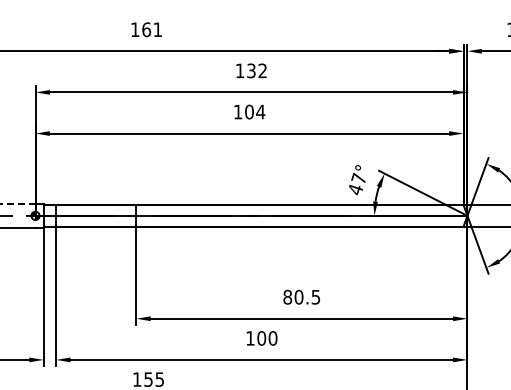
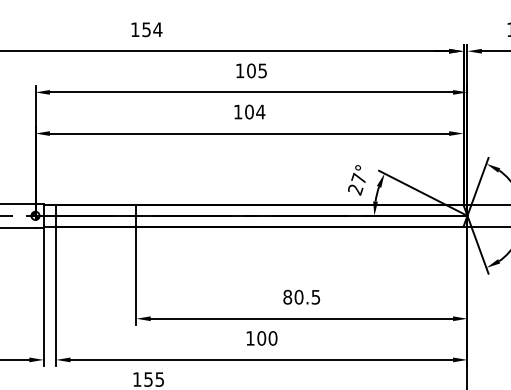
text at (152, 29): 161 -> 154
text at (256, 70): 132 -> 105
text at (355, 189): 47° -> 27°
line at (17, 203): dashed -> solid
